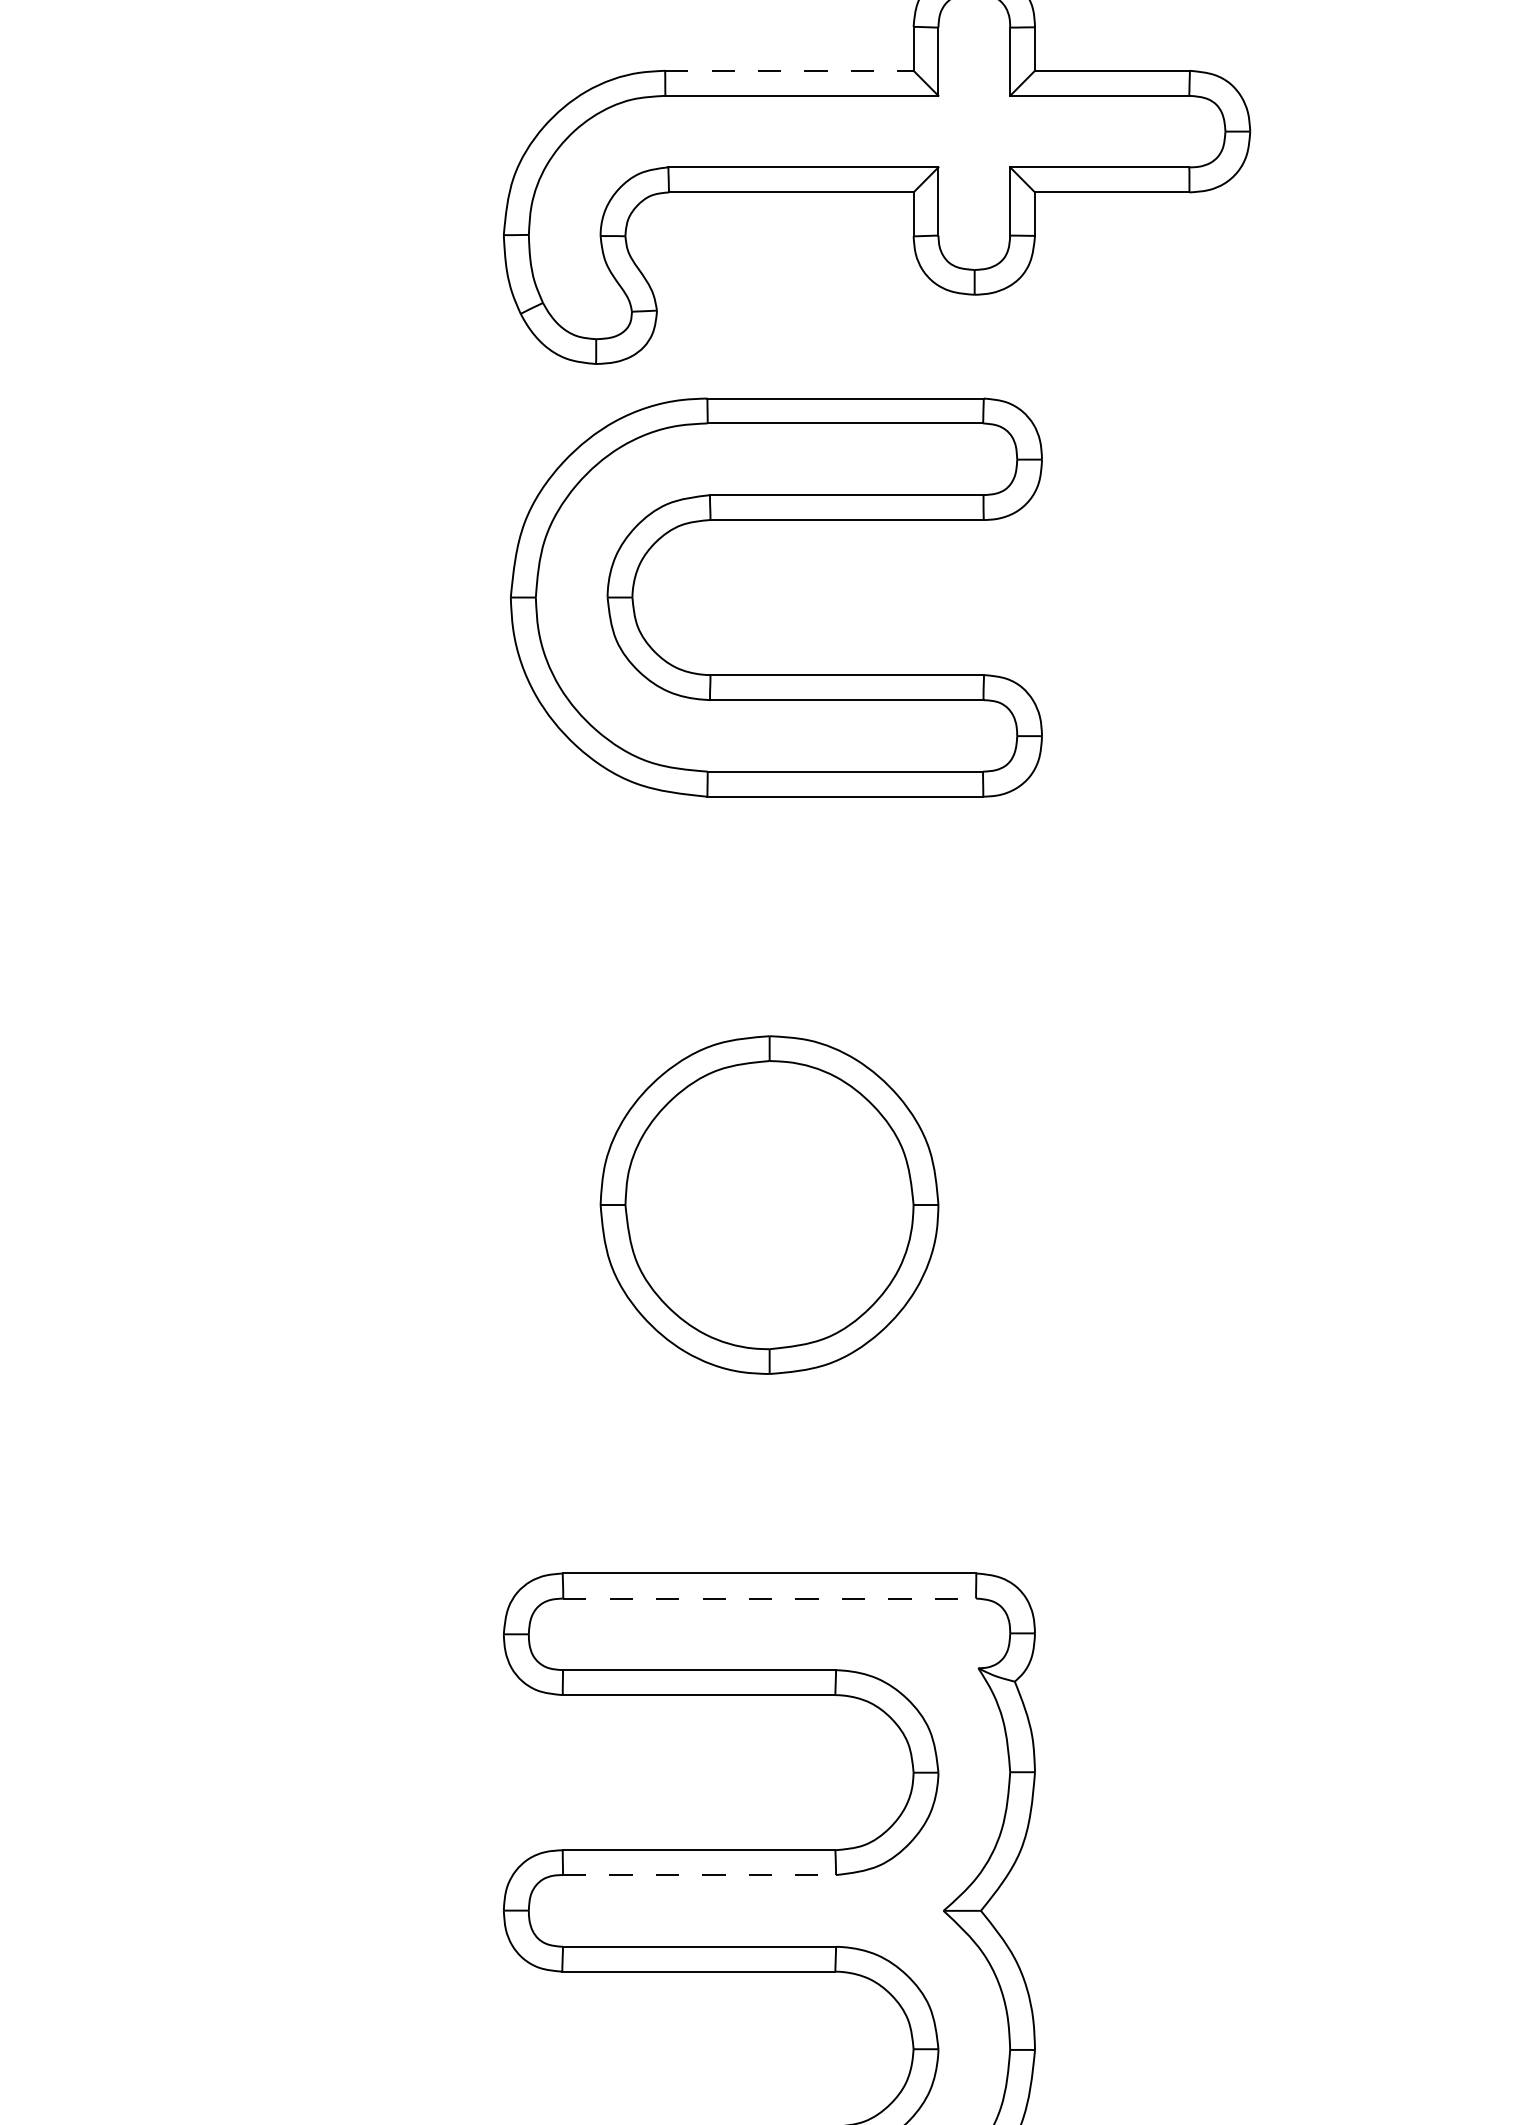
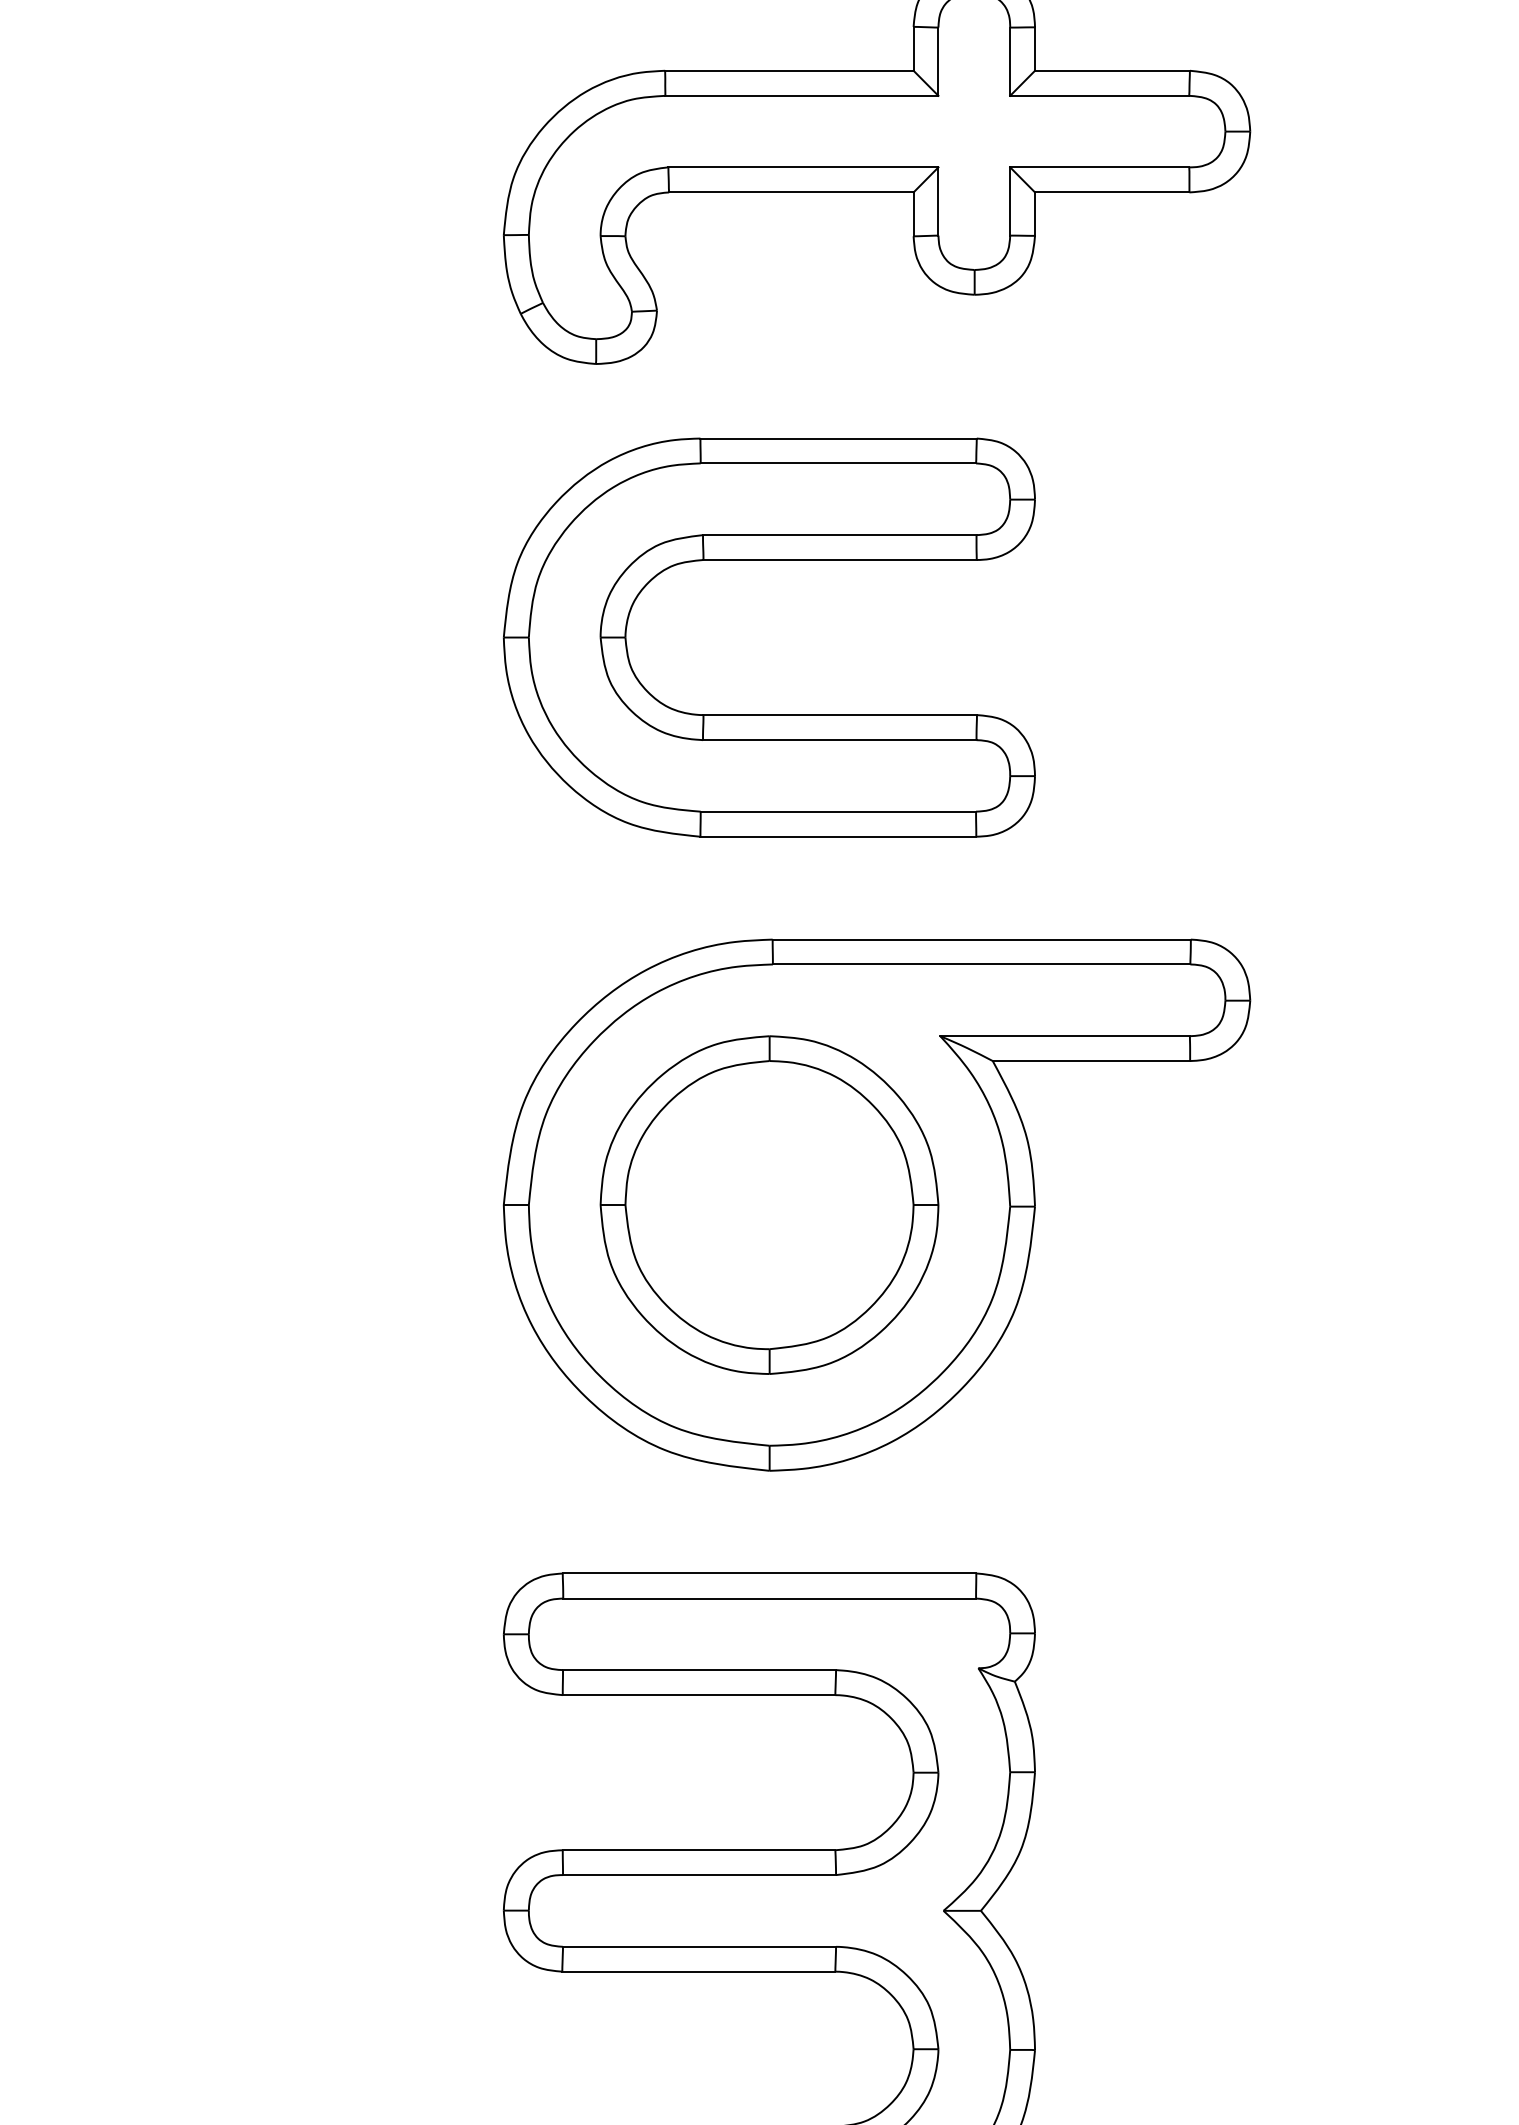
line at (789, 70): dashed -> solid
part at (775, 520) position: (775, 520) -> (768, 560)
part at (876, 1204): none -> present
line at (770, 1598): dashed -> solid
line at (699, 1875): dashed -> solid
